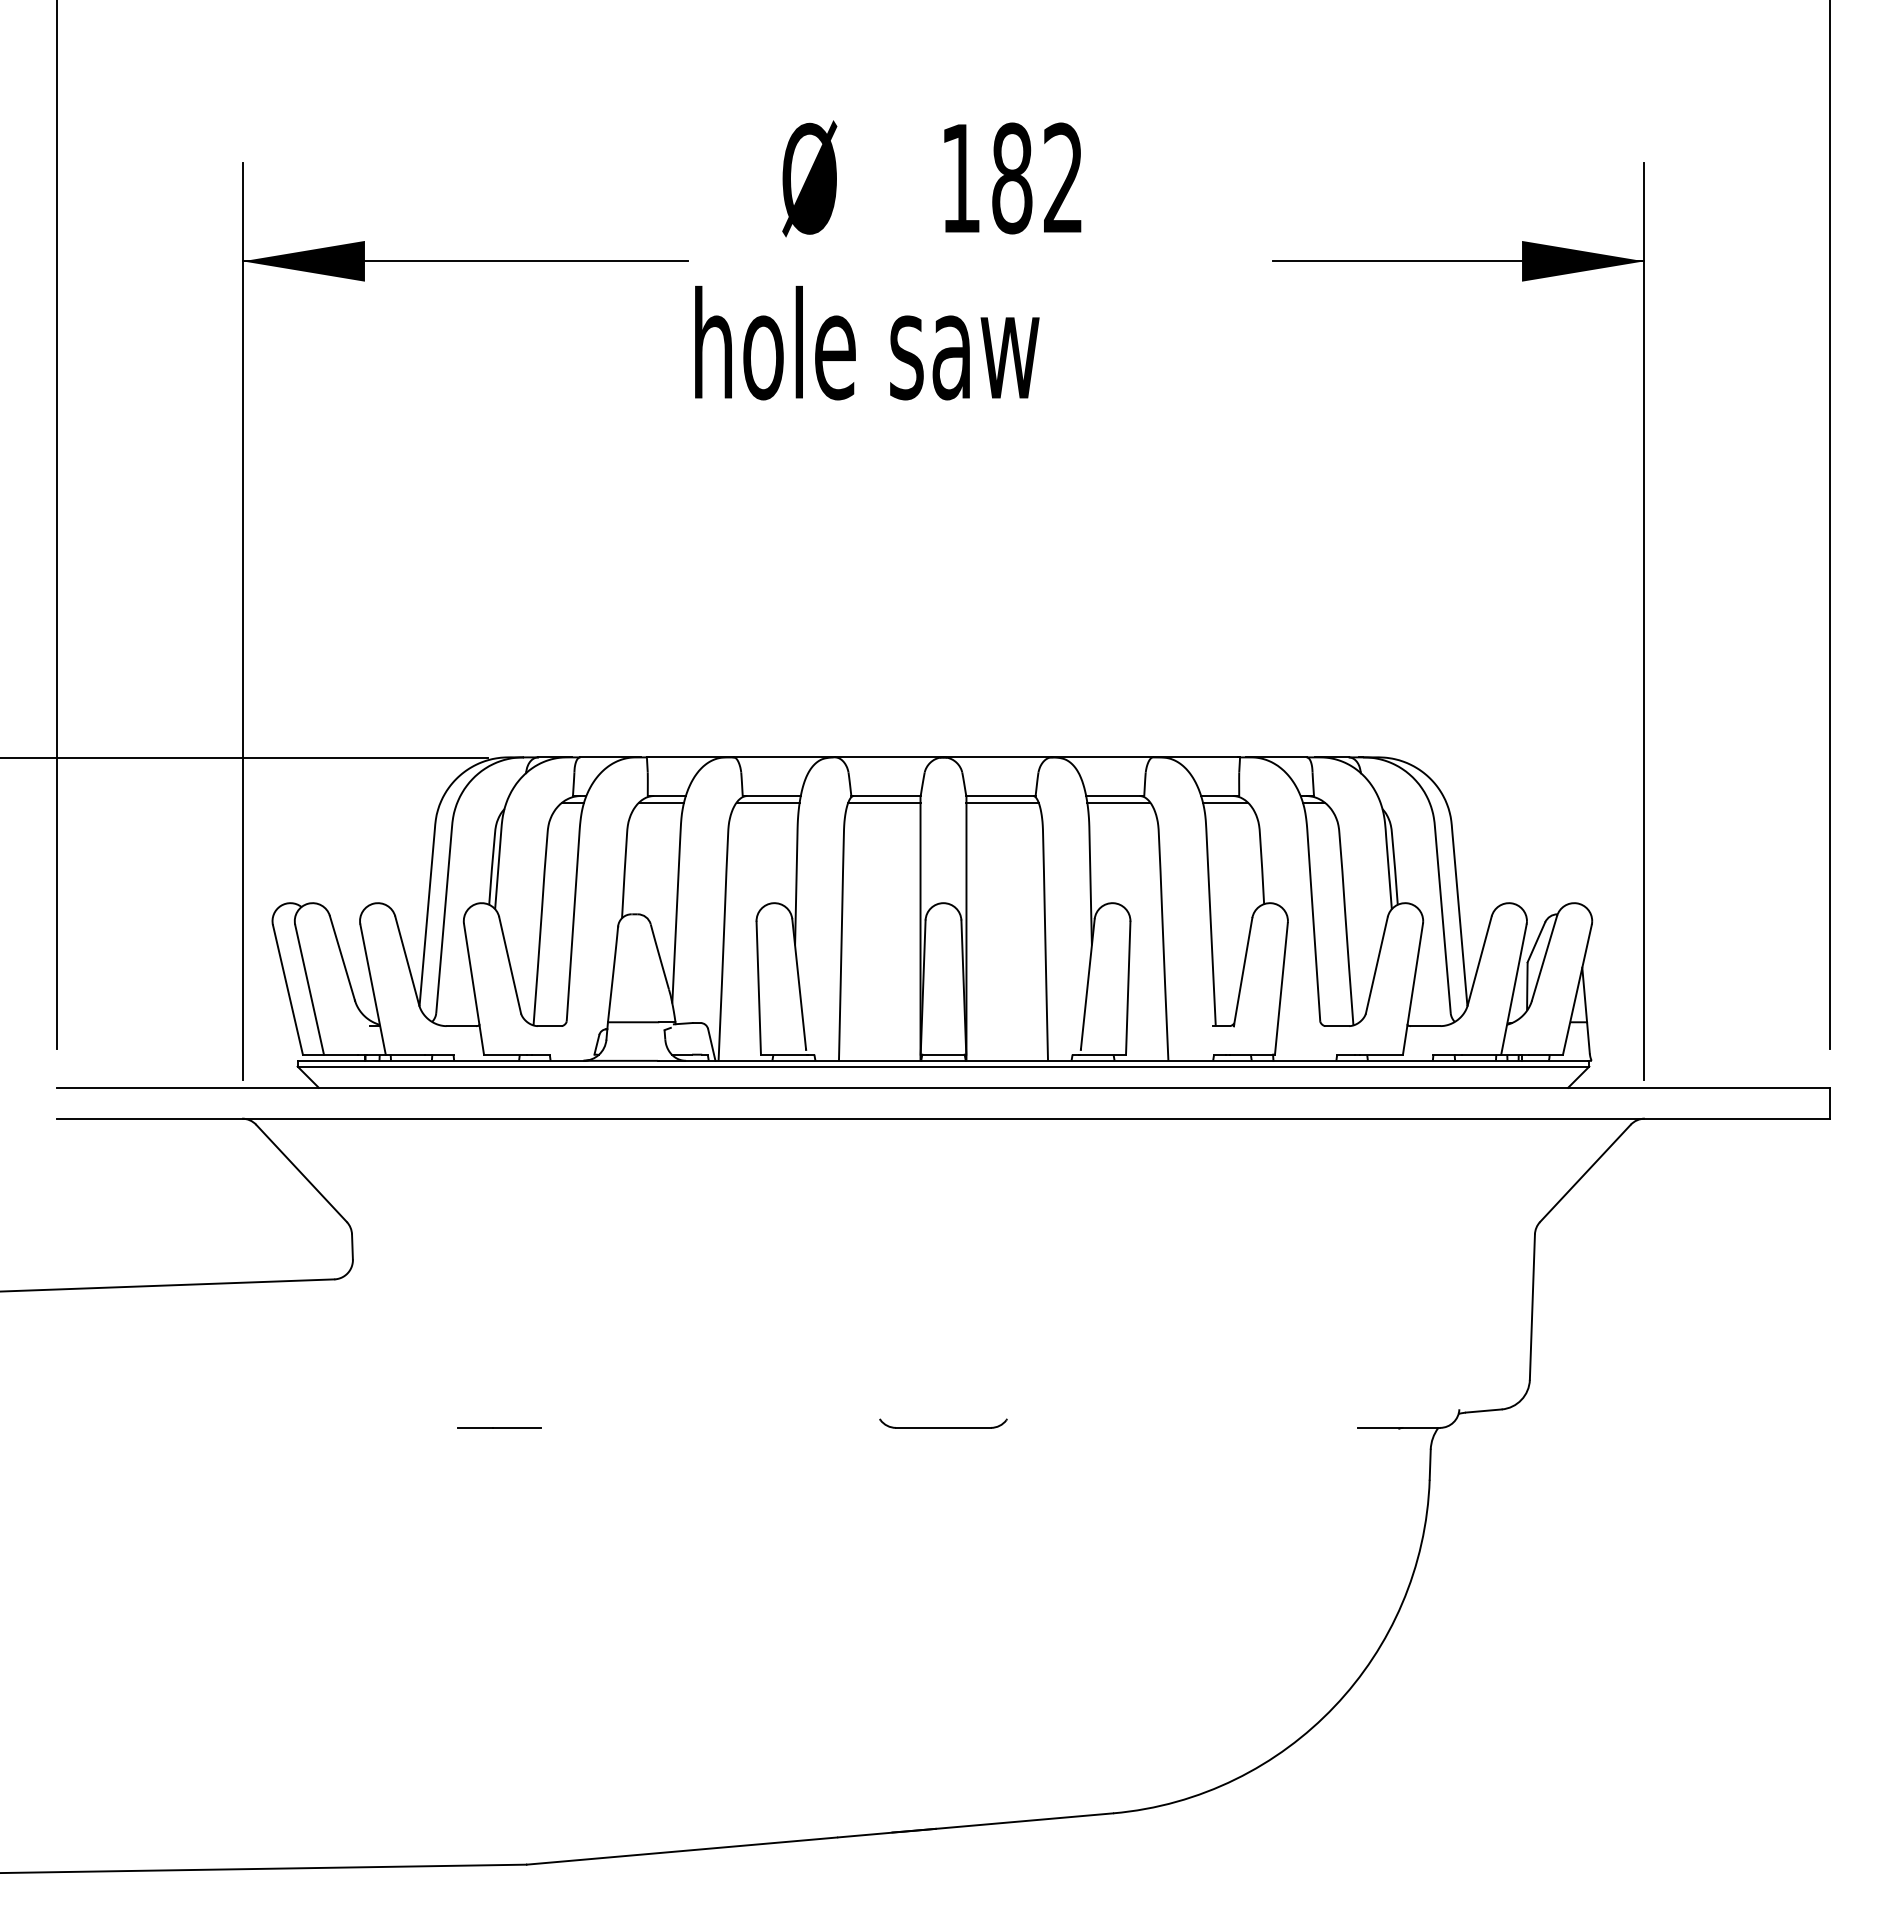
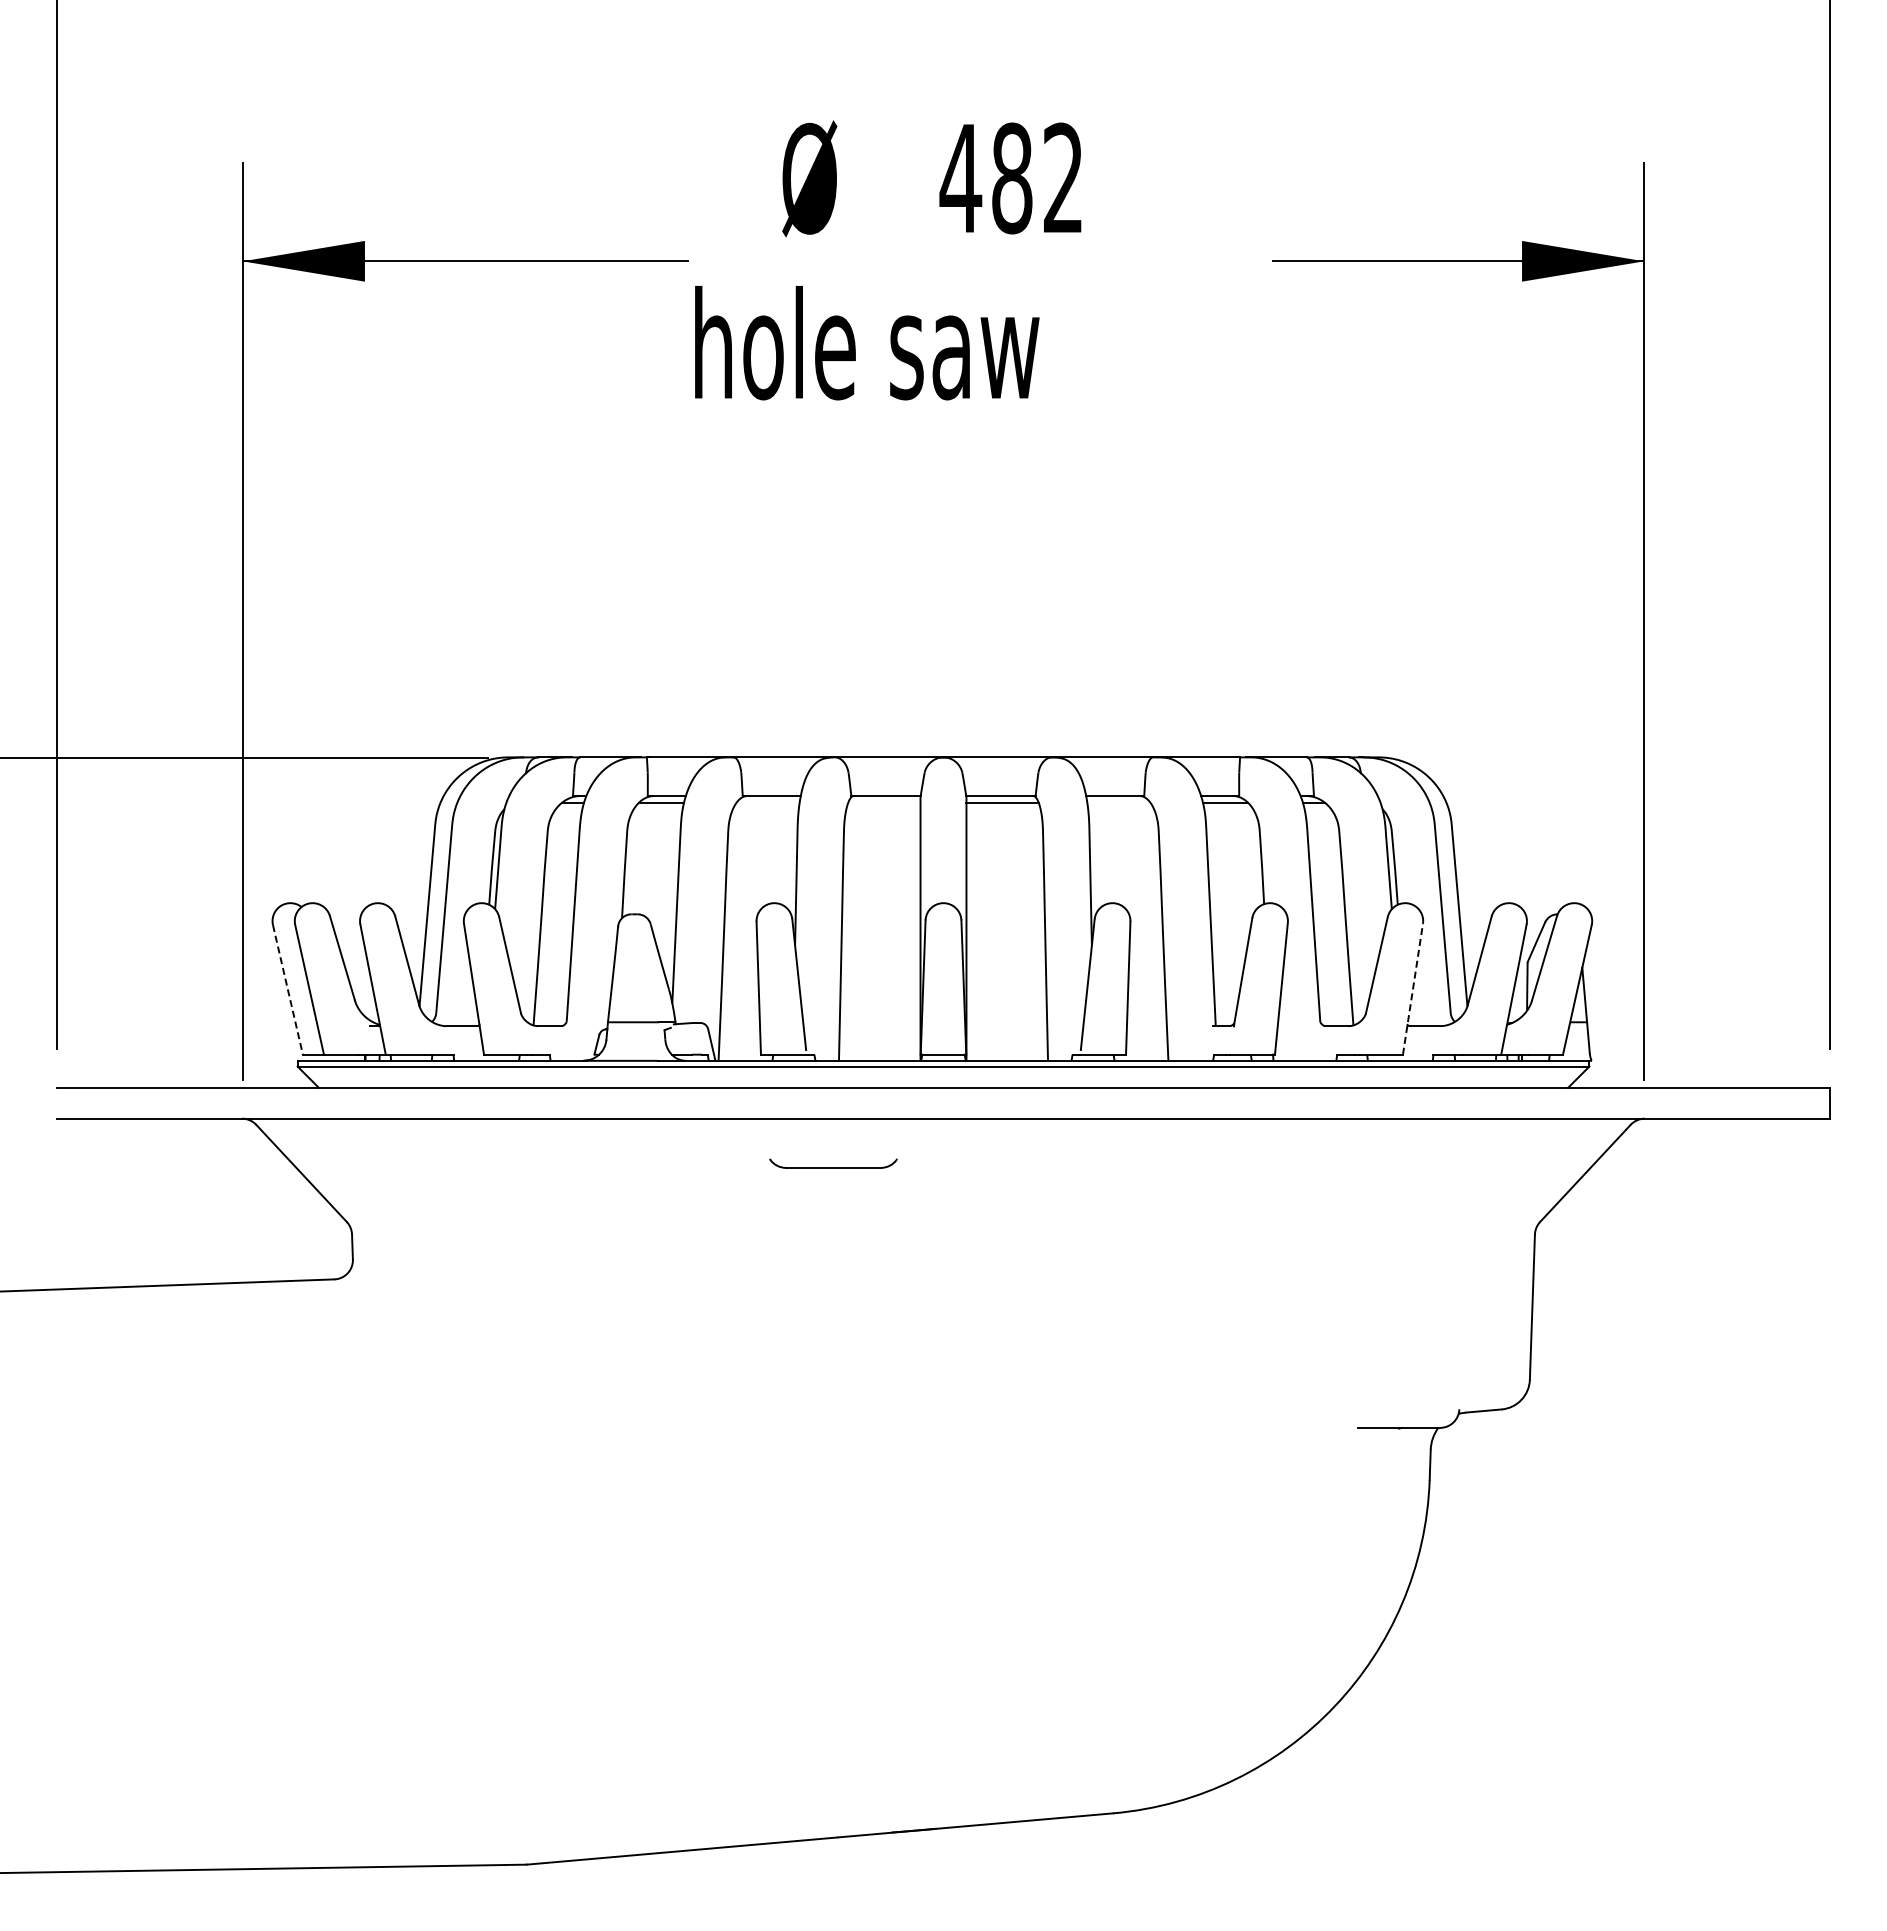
text at (960, 178): 182 -> 482
line at (767, 802): present -> none
line at (884, 802): present -> none
line at (1118, 802): present -> none
line at (1413, 988): solid -> dashed
line at (288, 990): solid -> dashed
part at (943, 1423) position: (943, 1423) -> (833, 1163)
line at (499, 1427): present -> none
